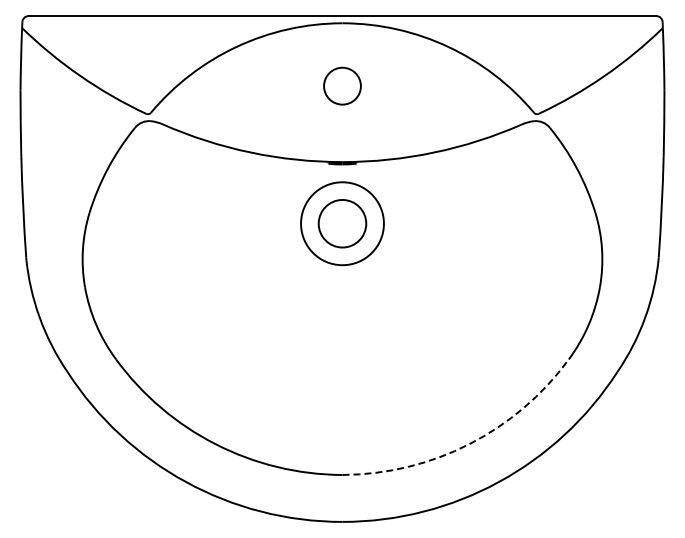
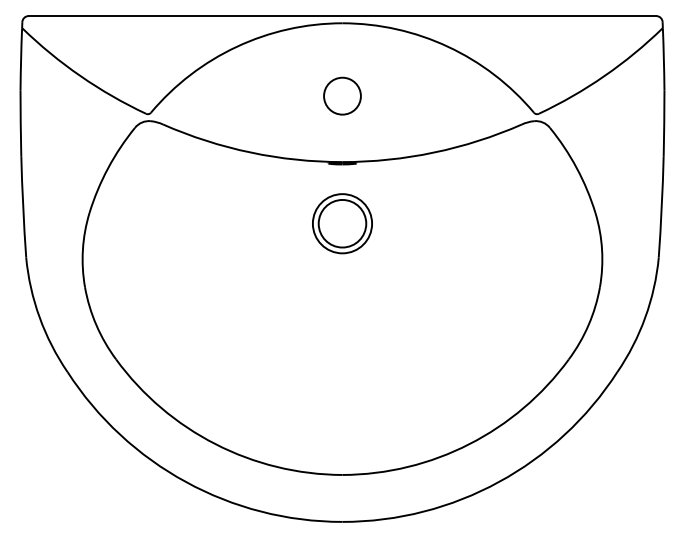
circle at (342, 85) position: (342, 85) -> (342, 95)
circle at (342, 223) diameter: 83 px -> 59 px
arc at (469, 444): dashed -> solid
